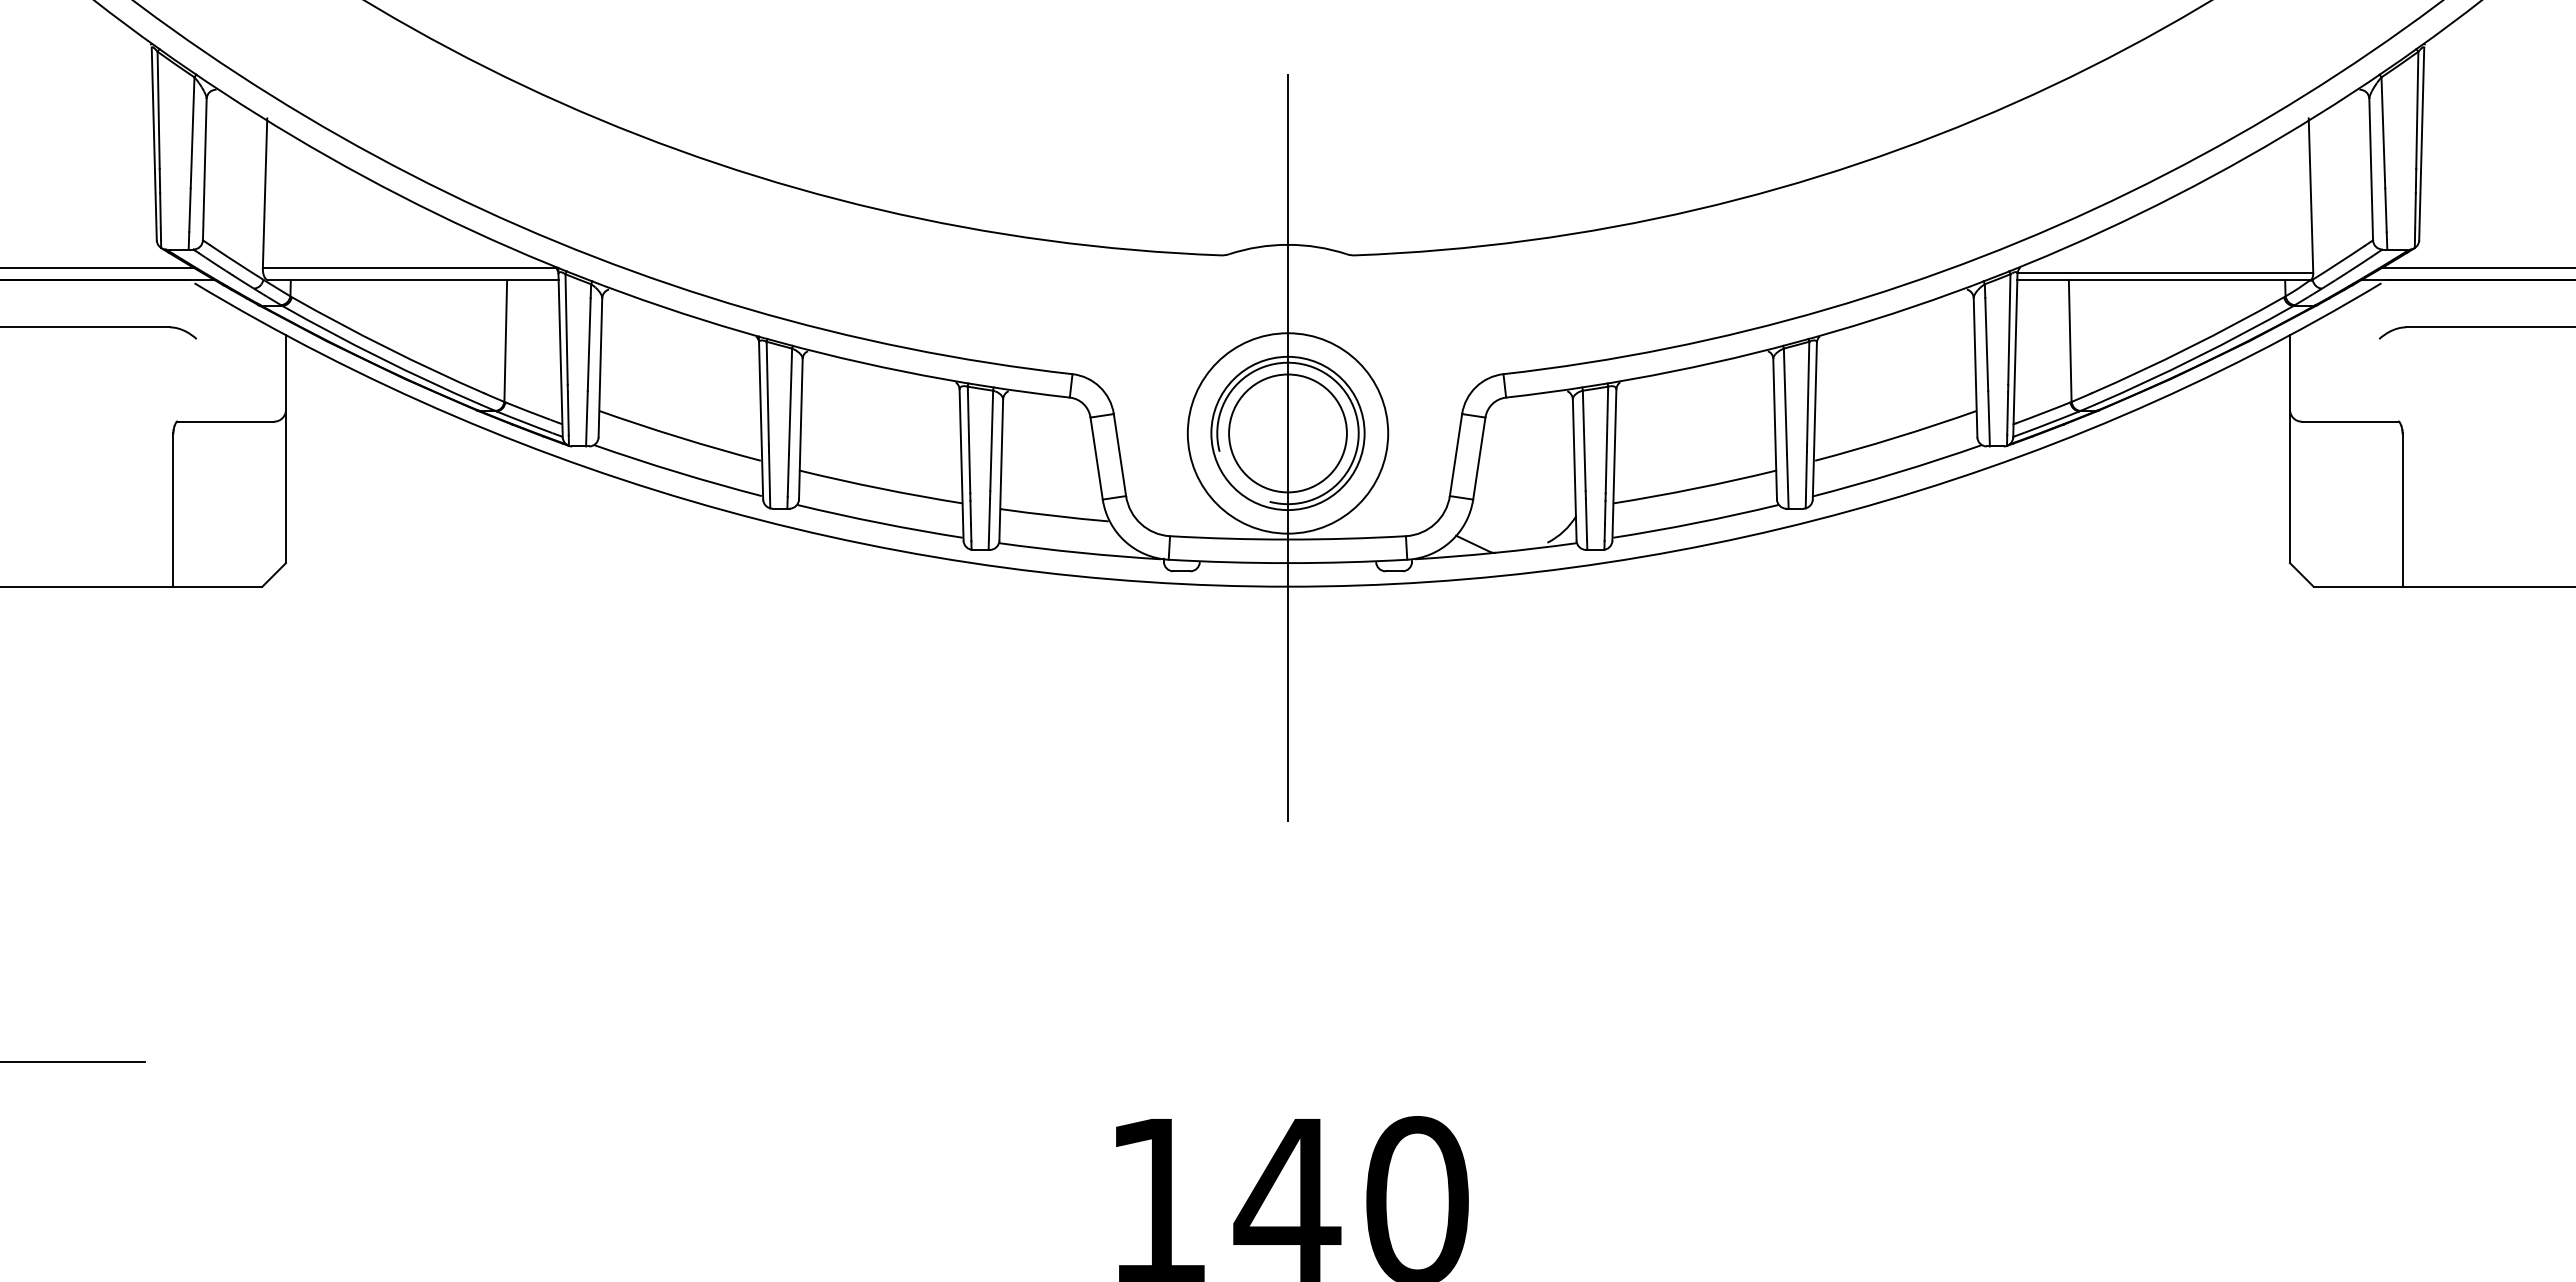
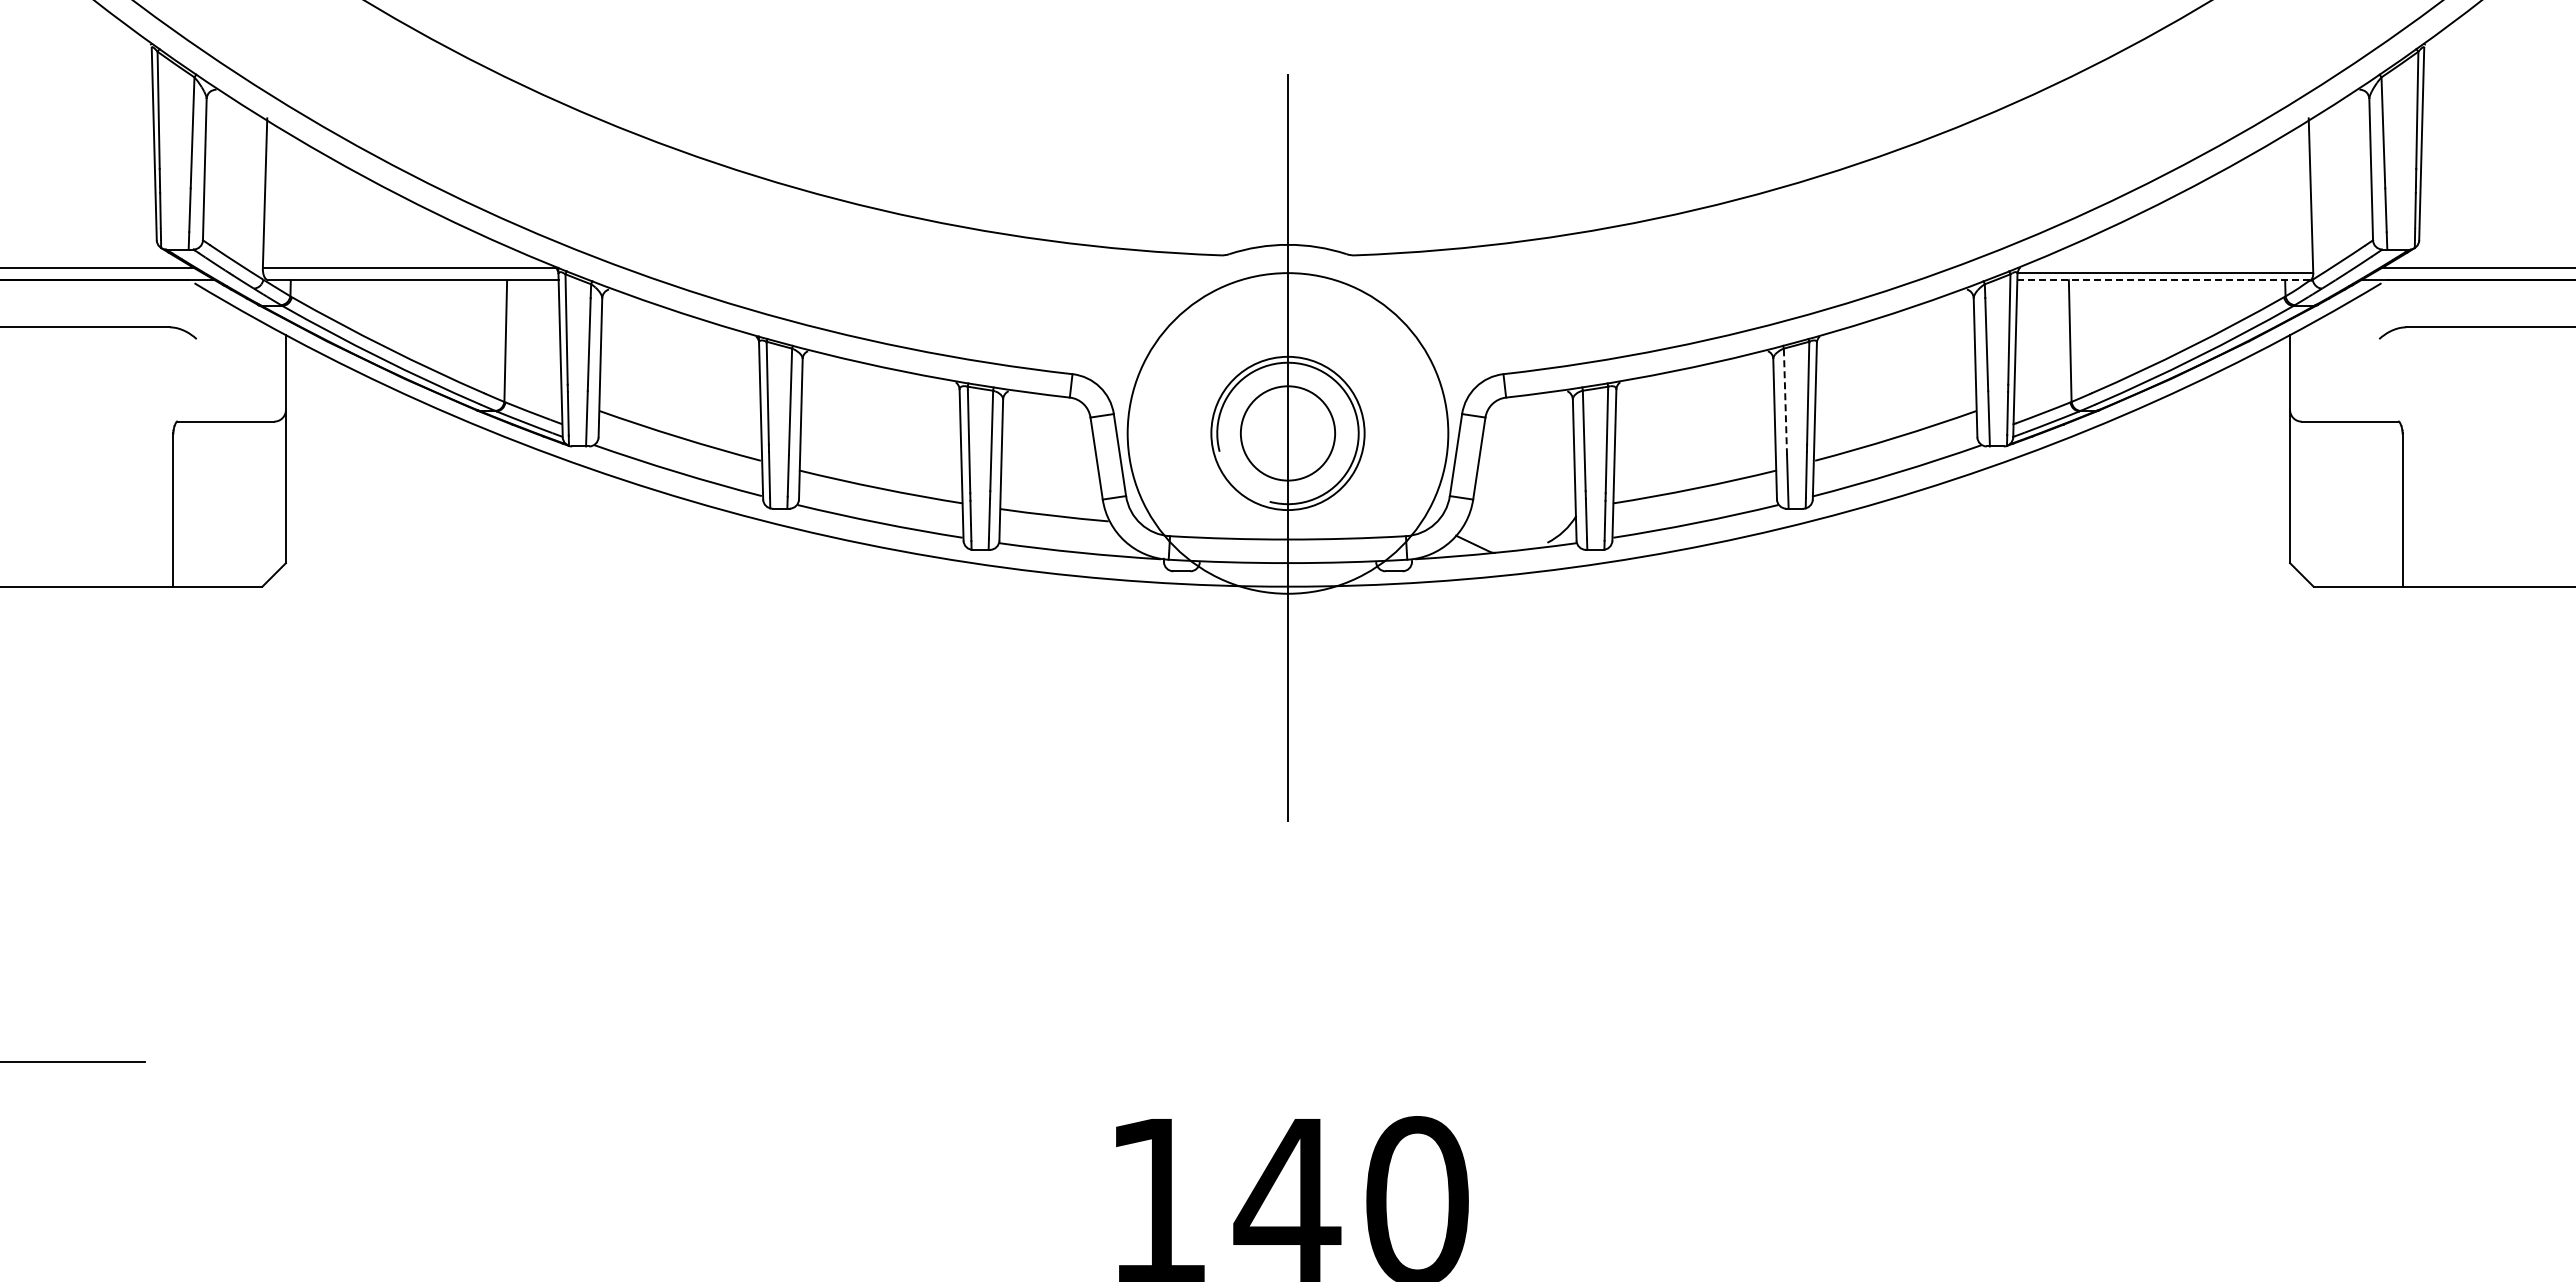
line at (2164, 280): solid -> dashed
line at (1785, 401): solid -> dashed
circle at (1287, 433) diameter: 118 px -> 94 px
circle at (1287, 433) diameter: 200 px -> 321 px
